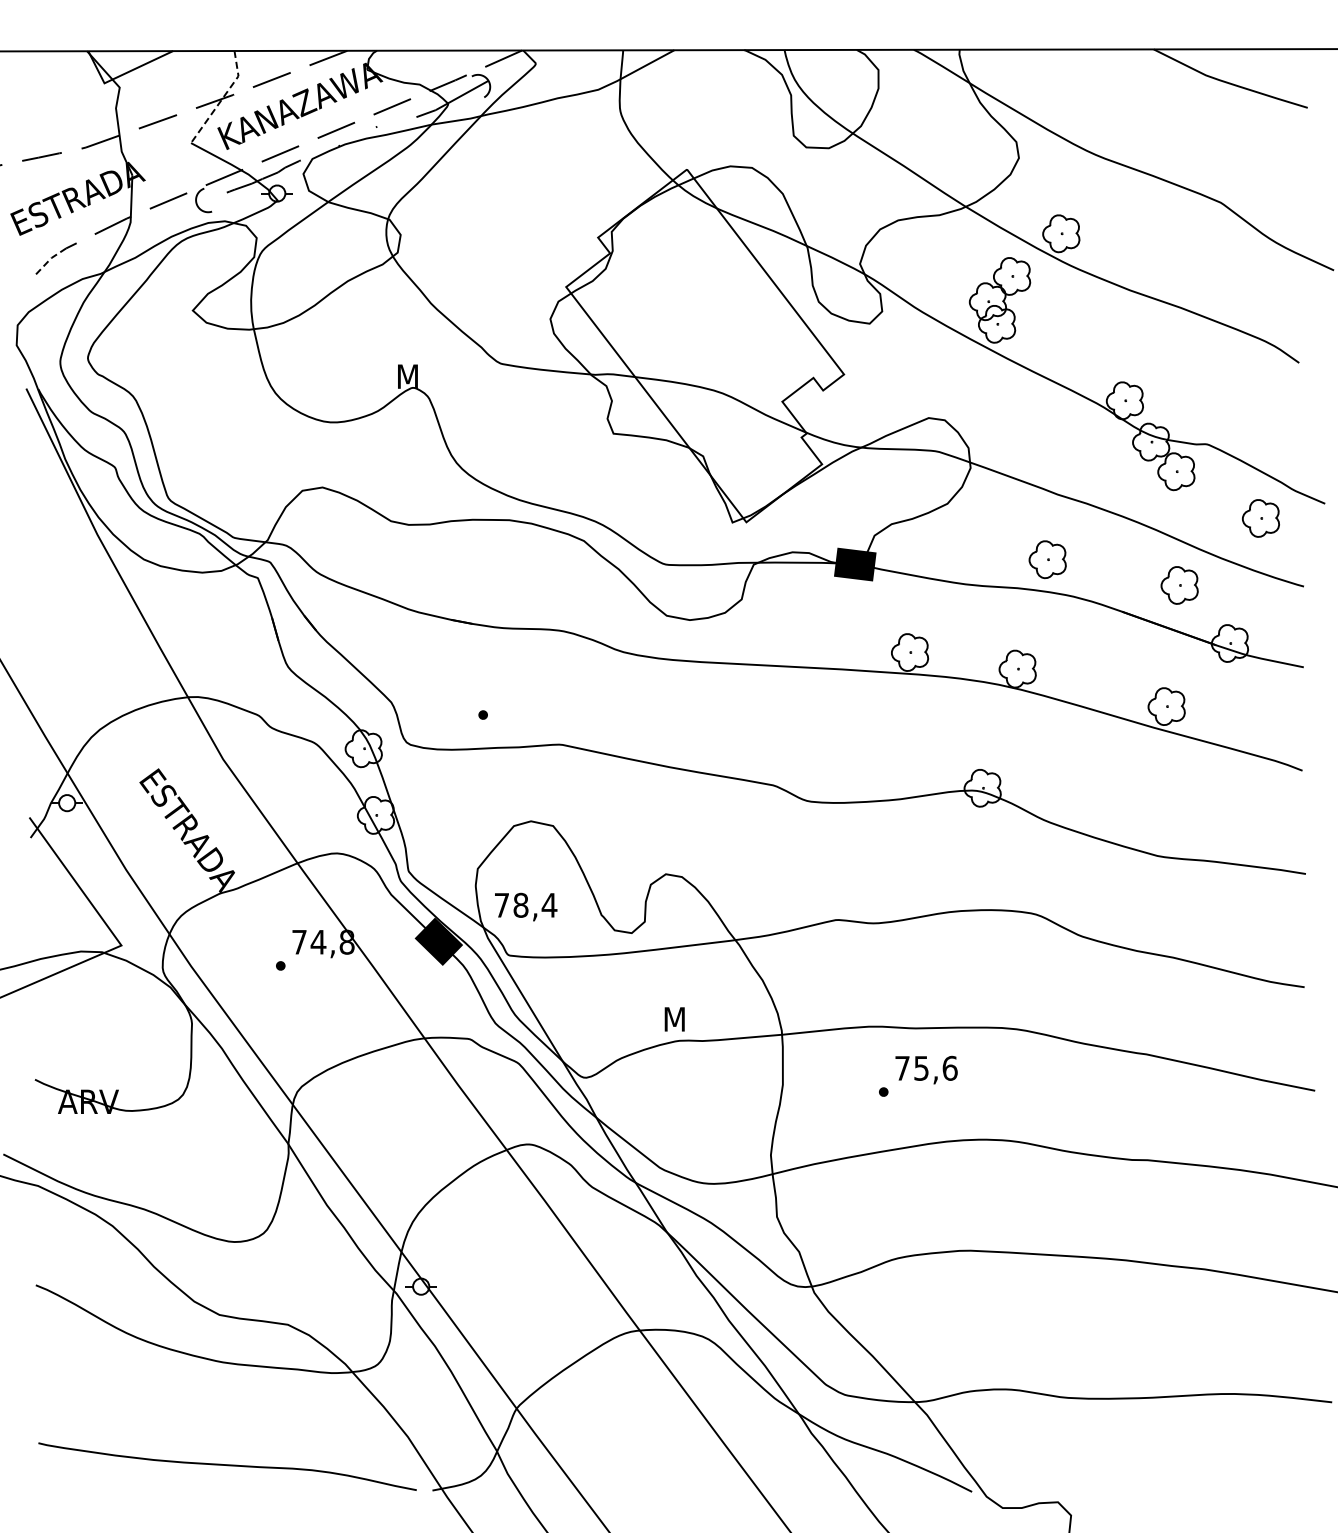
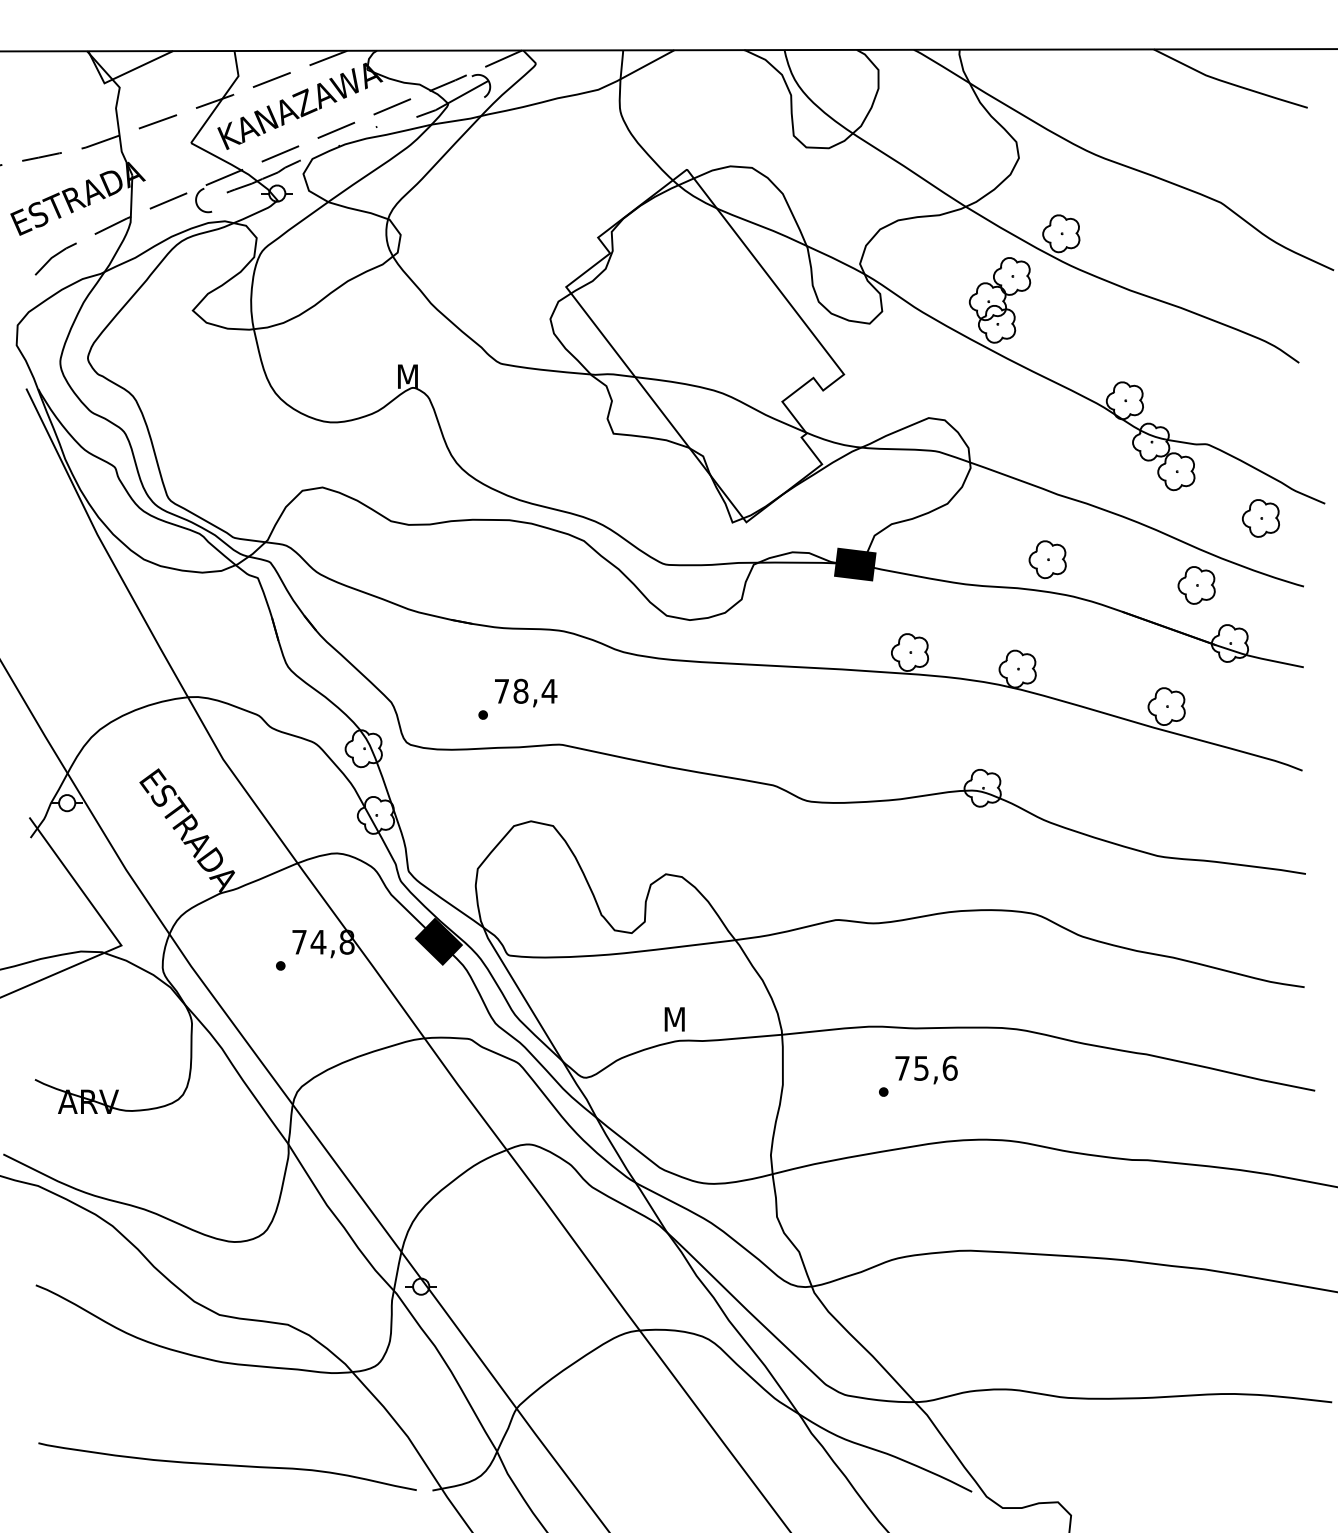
line at (222, 98): dashed -> solid
line at (49, 260): dashed -> solid
part at (1179, 585) position: (1179, 585) -> (1196, 585)
text at (526, 906) position: (526, 906) -> (526, 692)
